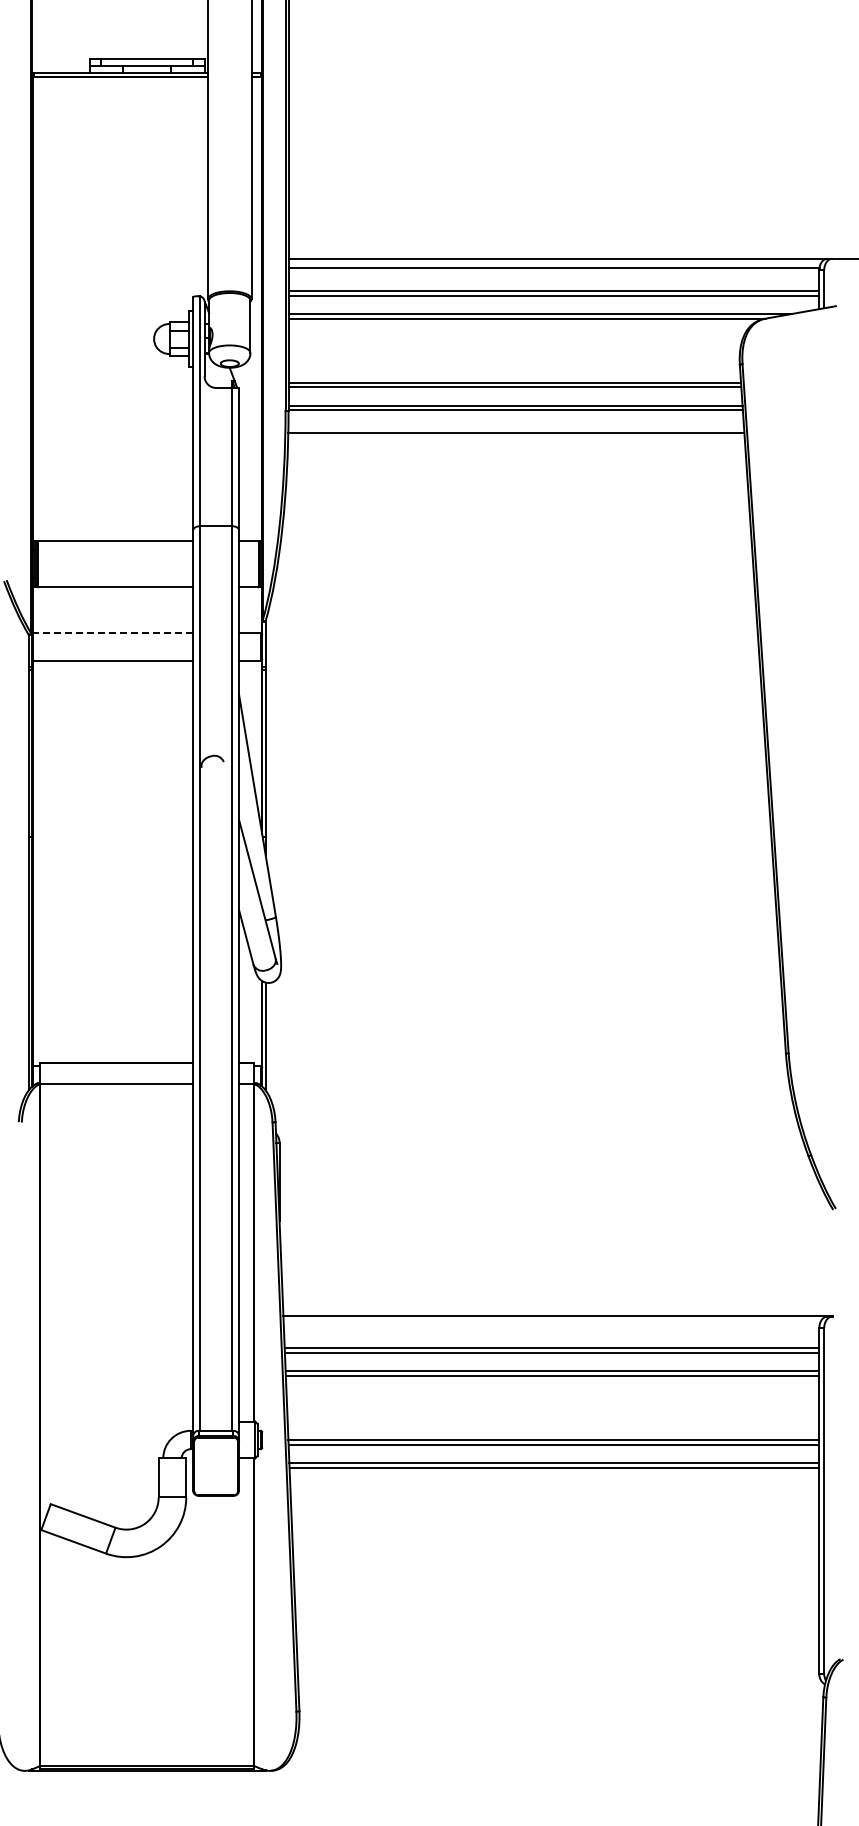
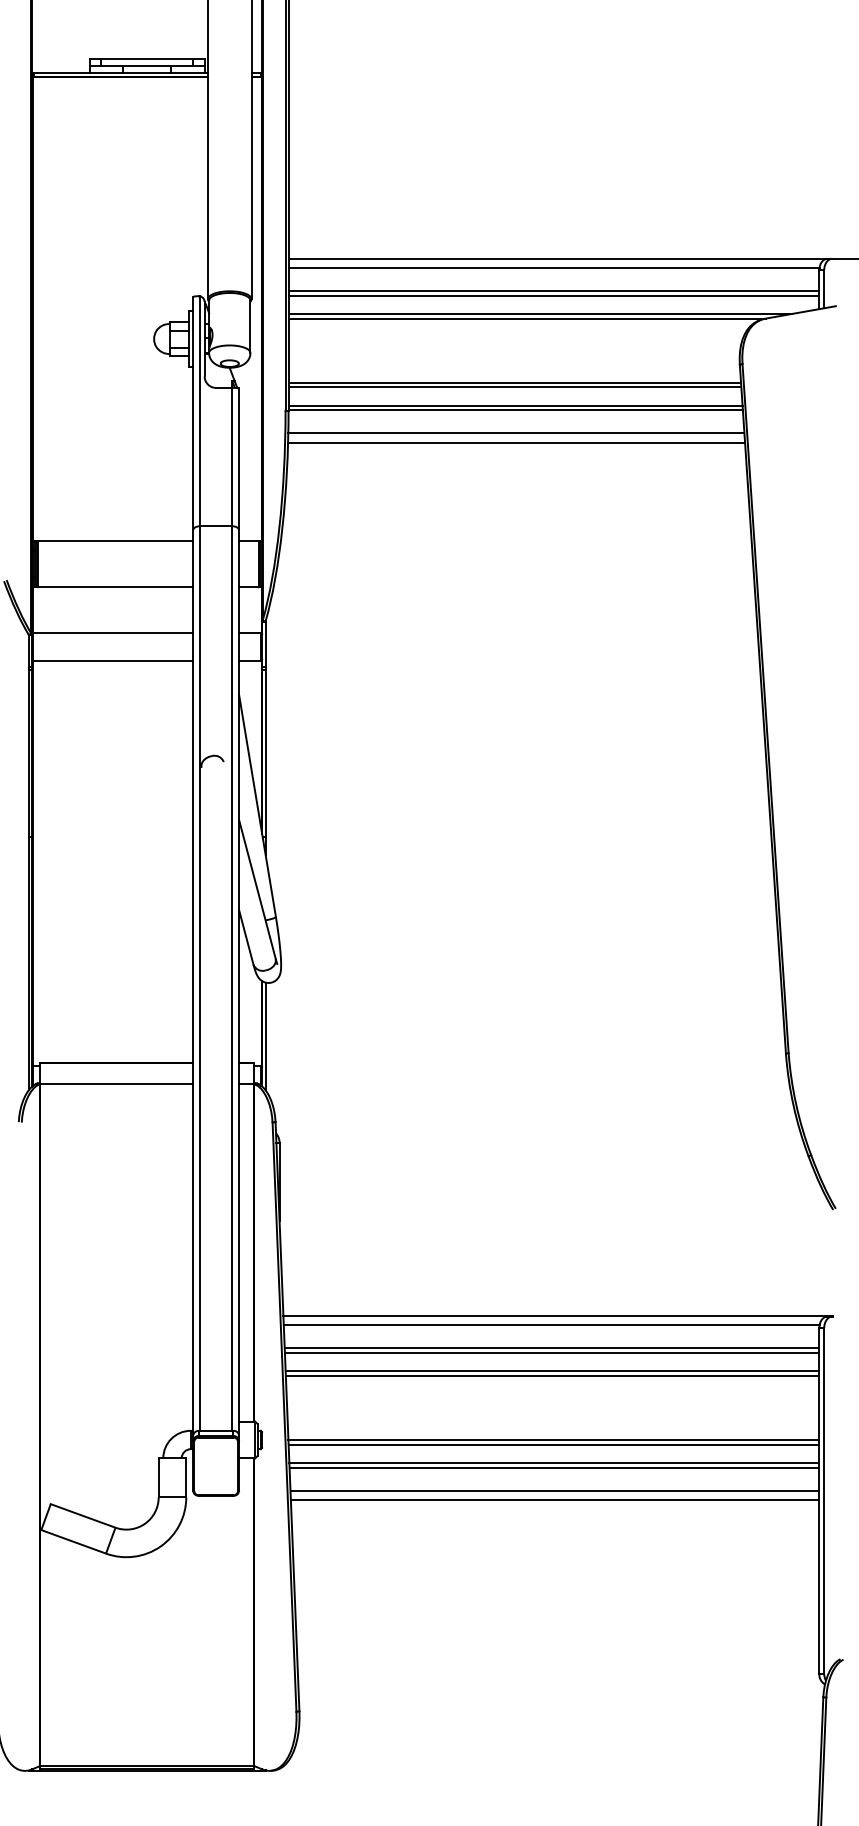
line at (516, 442): none -> present
line at (113, 633): dashed -> solid
line at (551, 1325): none -> present
line at (554, 1490): none -> present
line at (554, 1499): none -> present
